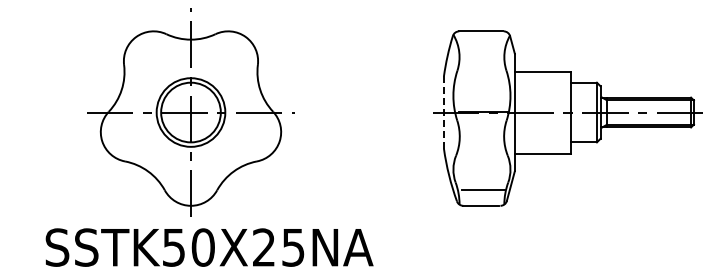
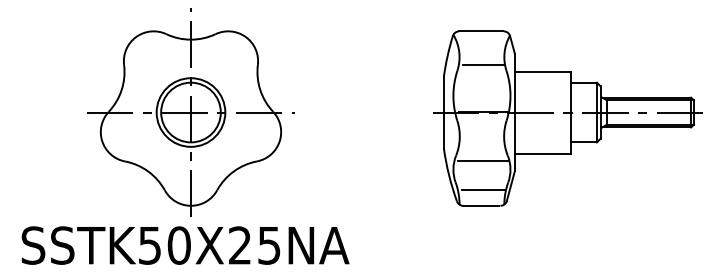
line at (482, 64): none -> present
line at (443, 112): dashed -> solid
line at (483, 161): none -> present
text at (209, 247) position: (209, 247) -> (185, 245)
